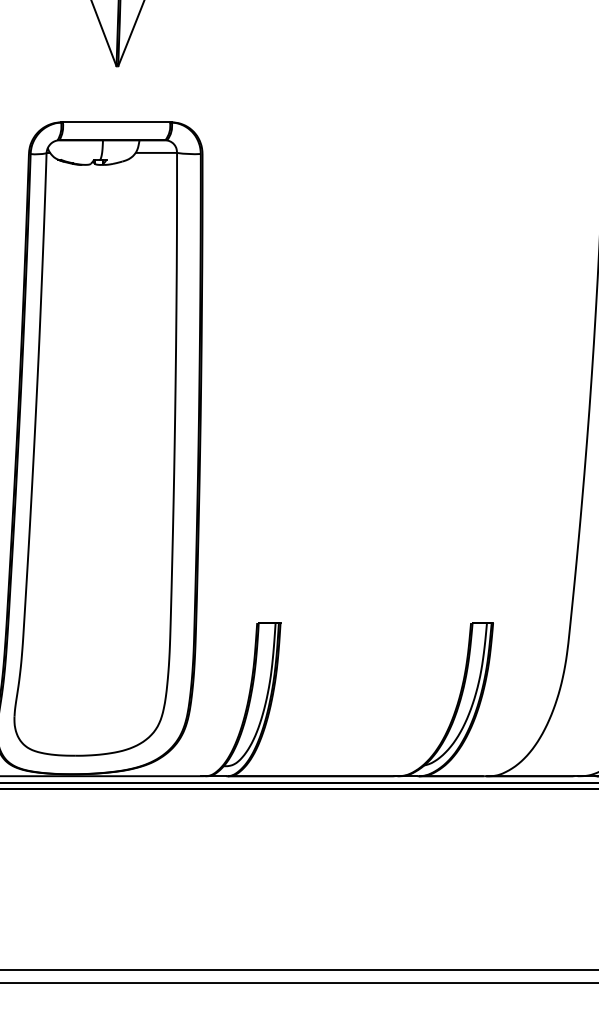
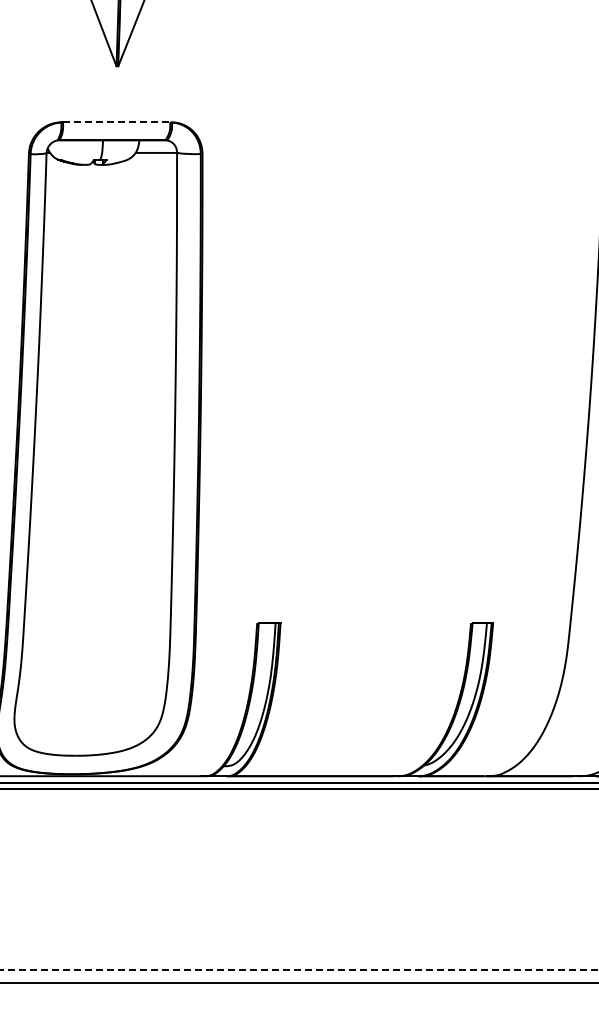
line at (117, 122): solid -> dashed
line at (299, 970): solid -> dashed
